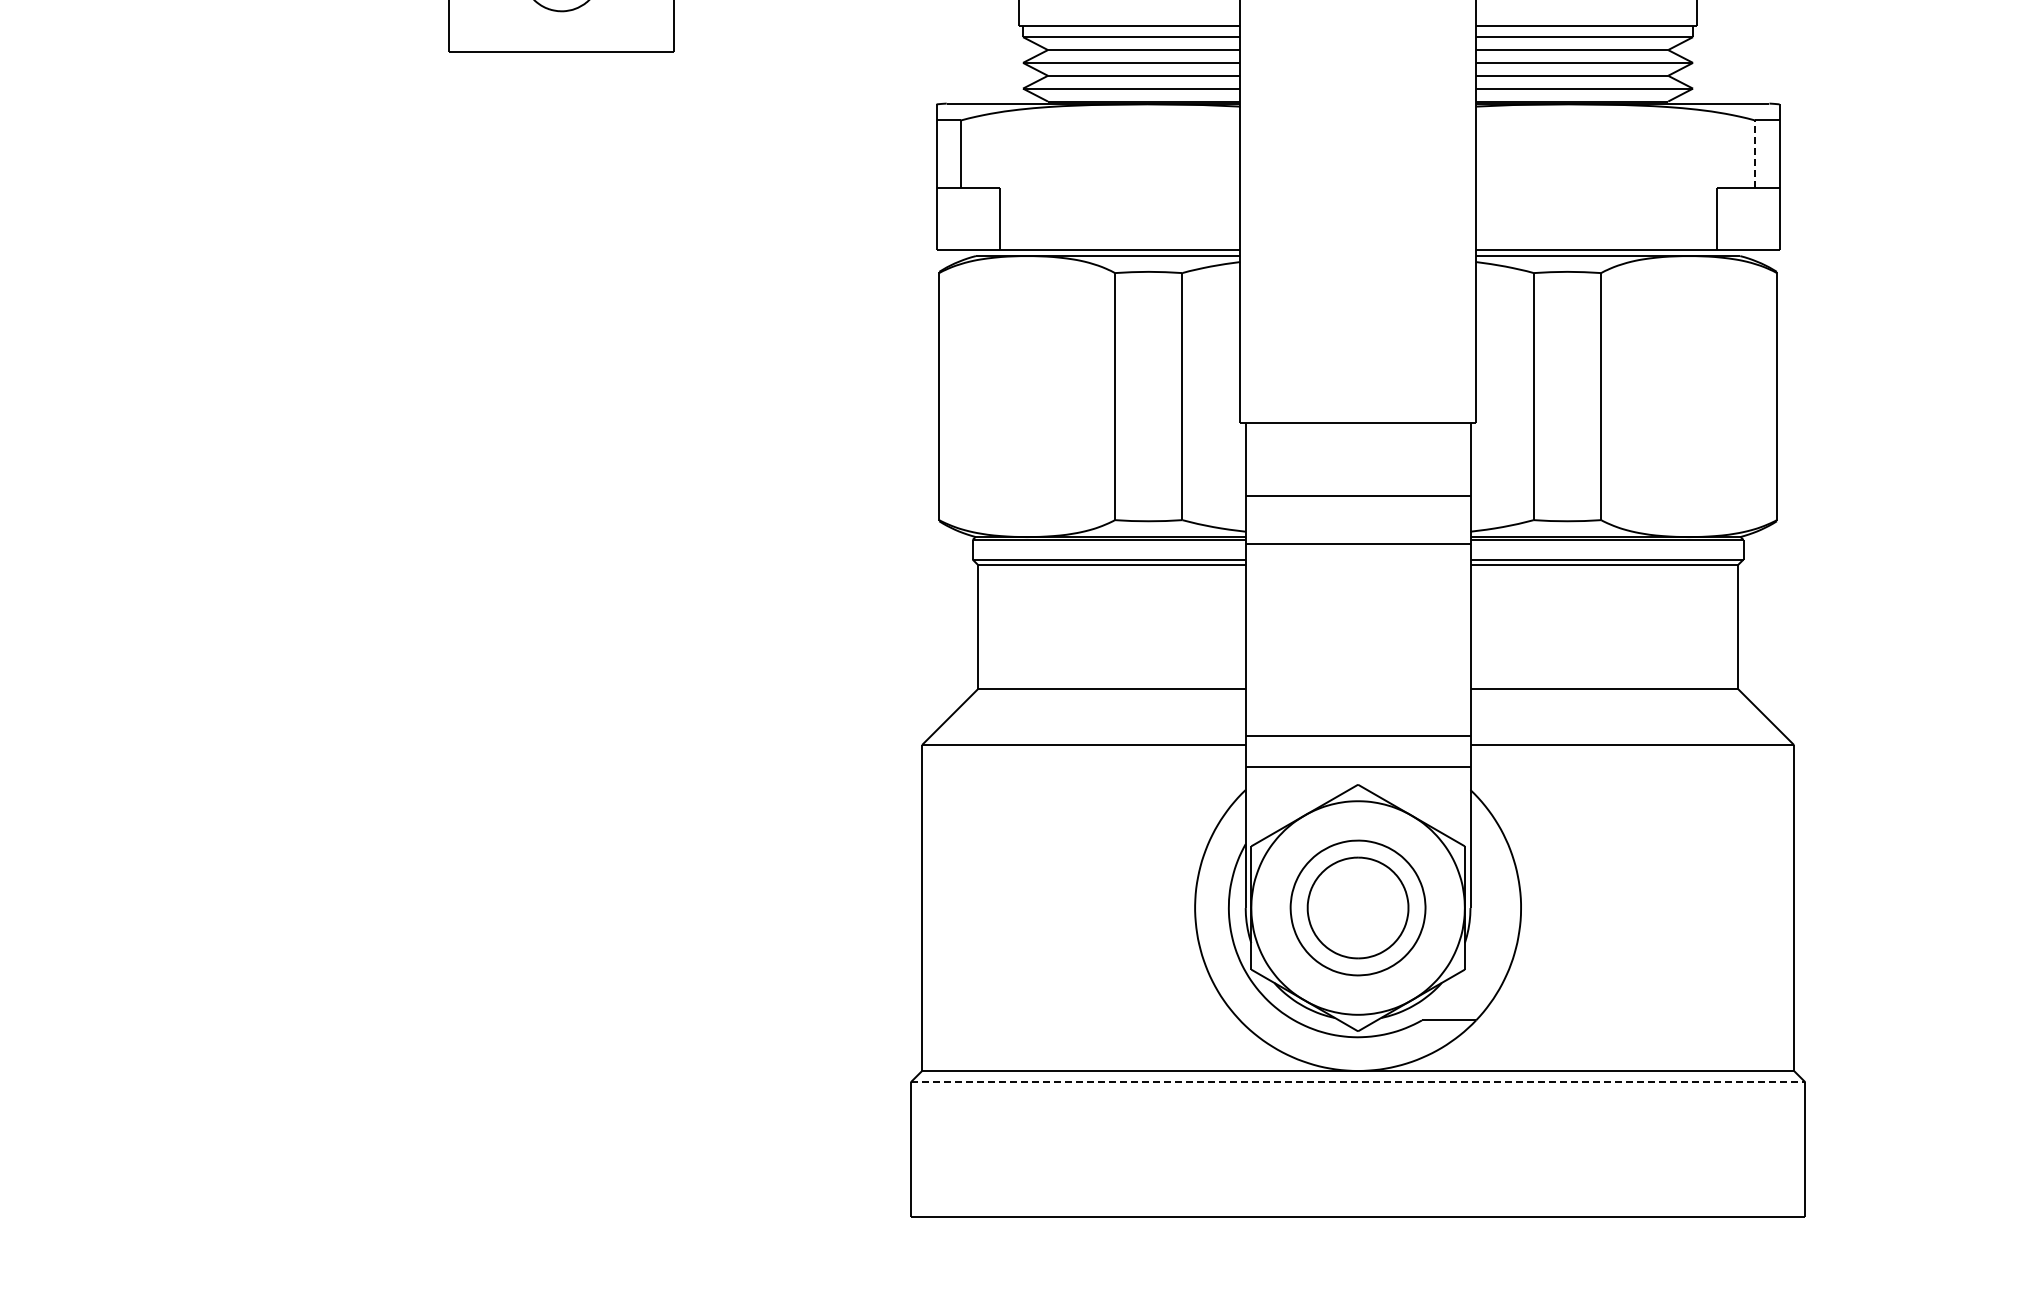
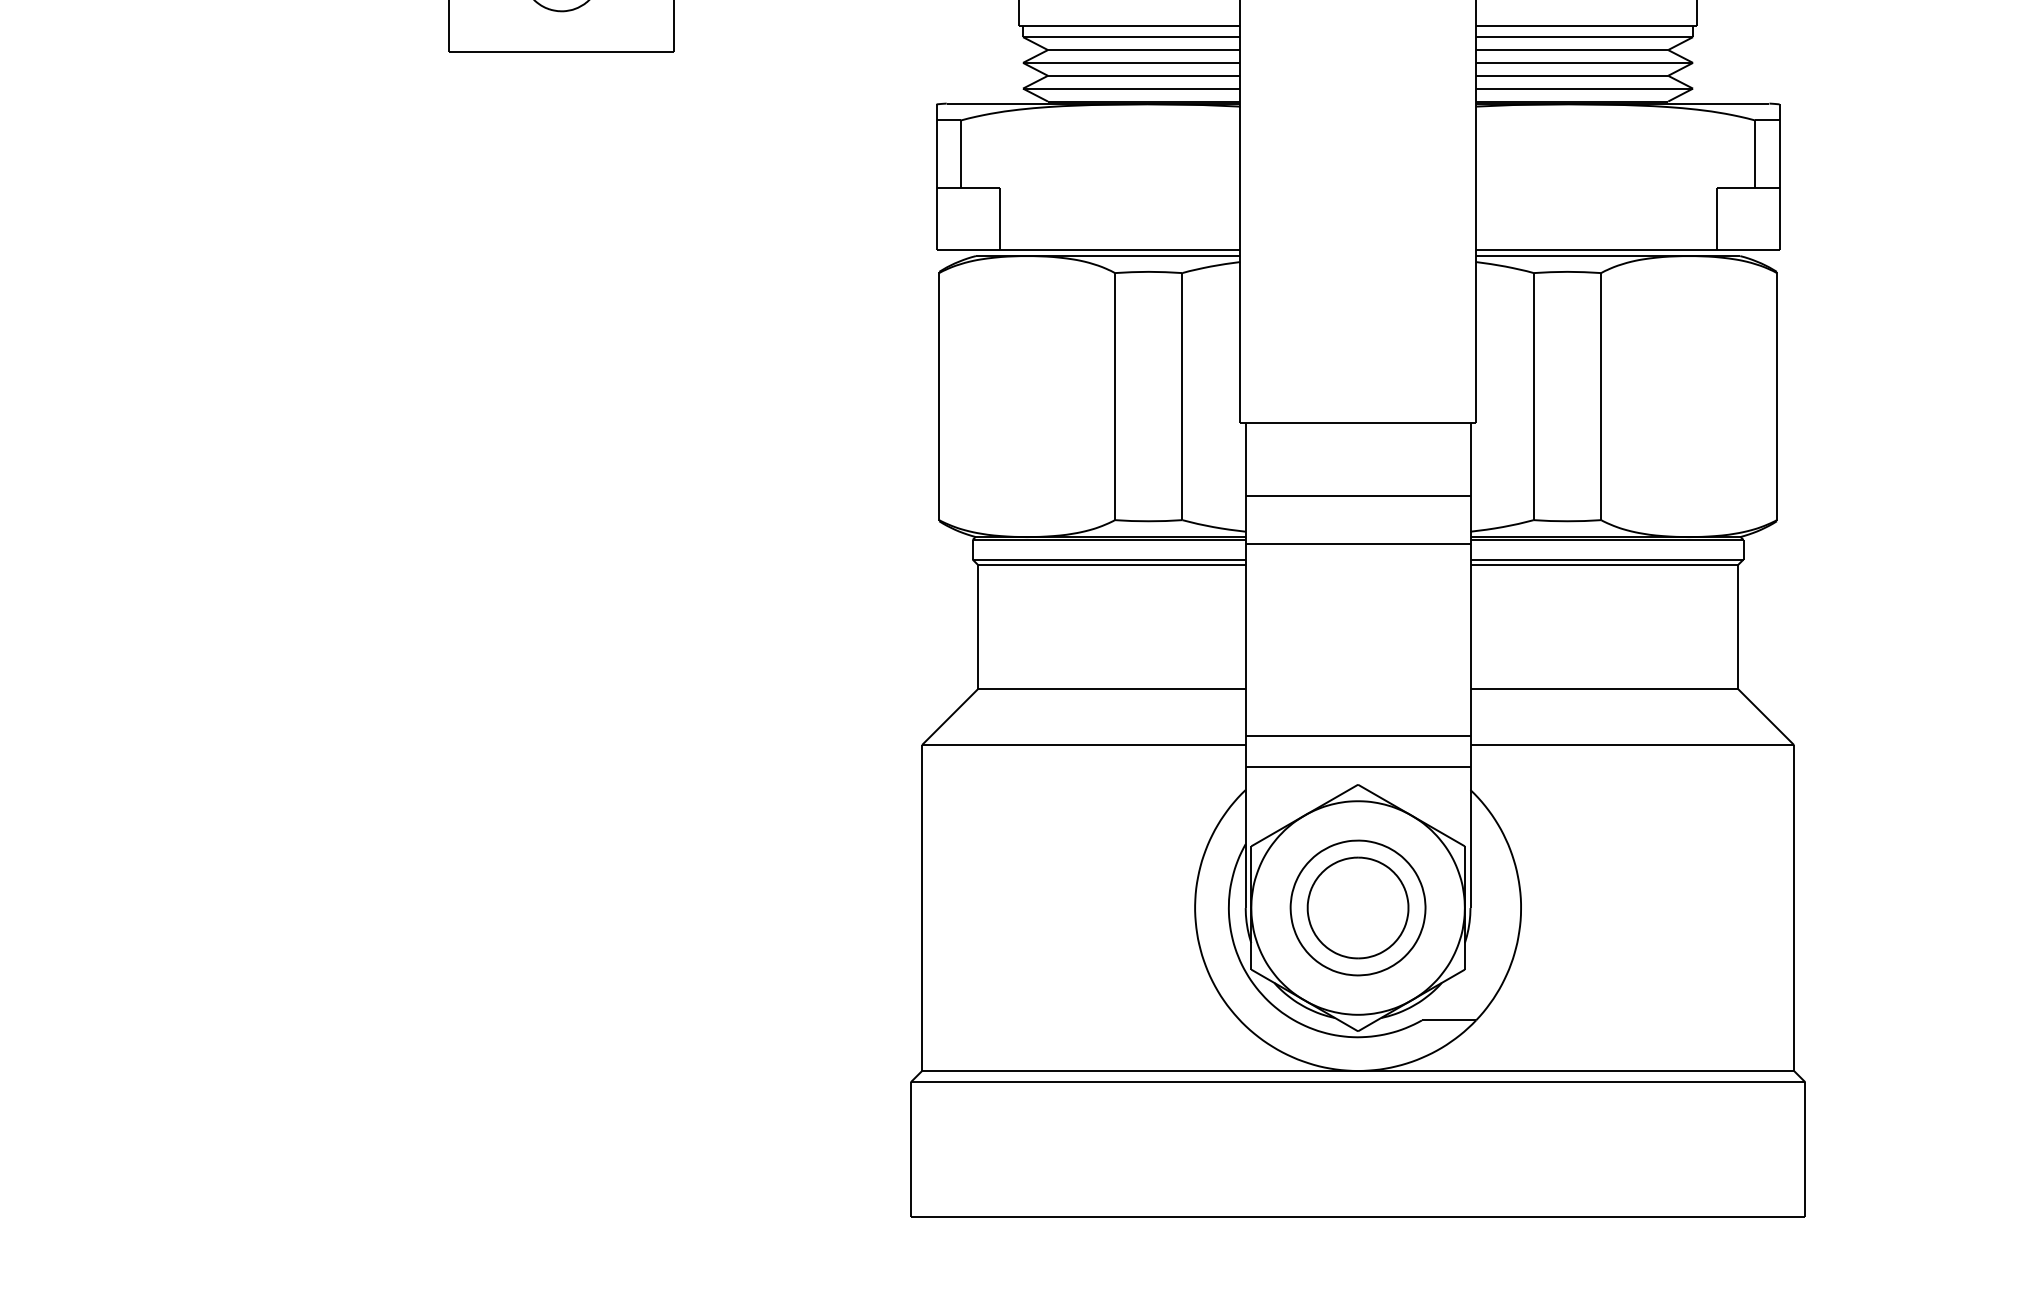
line at (1755, 154): dashed -> solid
line at (1358, 1082): dashed -> solid
